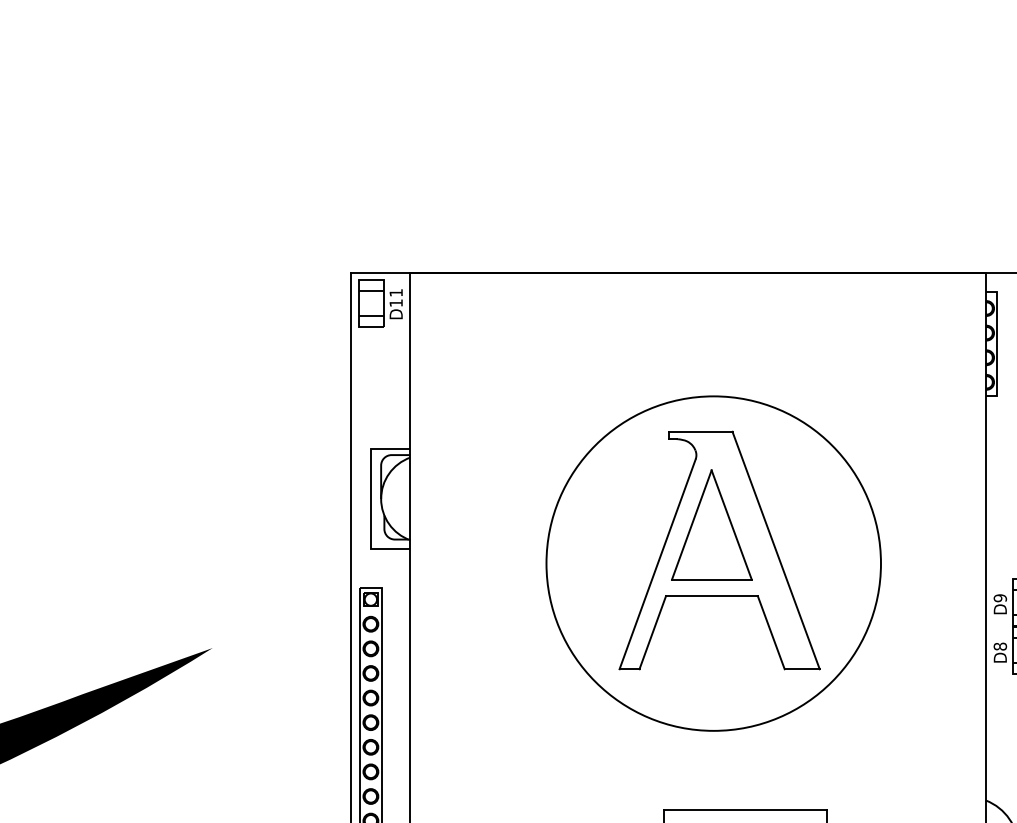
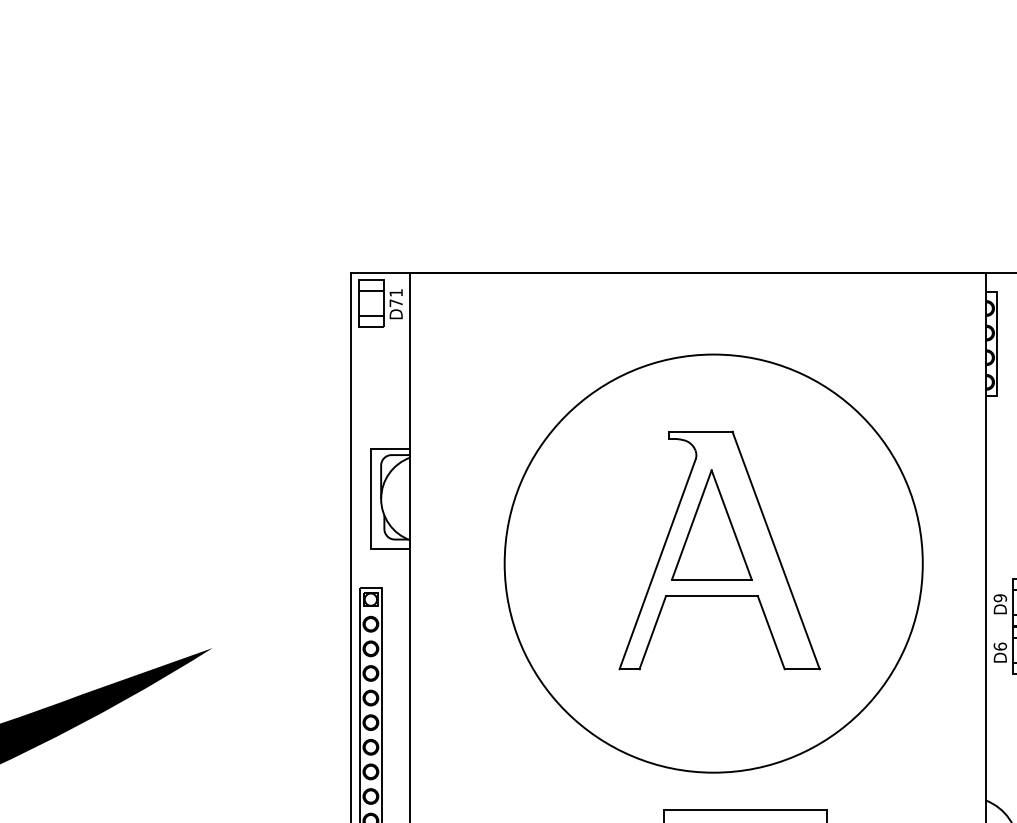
text at (395, 302): D11 -> D71
circle at (713, 563) diameter: 334 px -> 418 px
text at (999, 646): D8 -> D6
